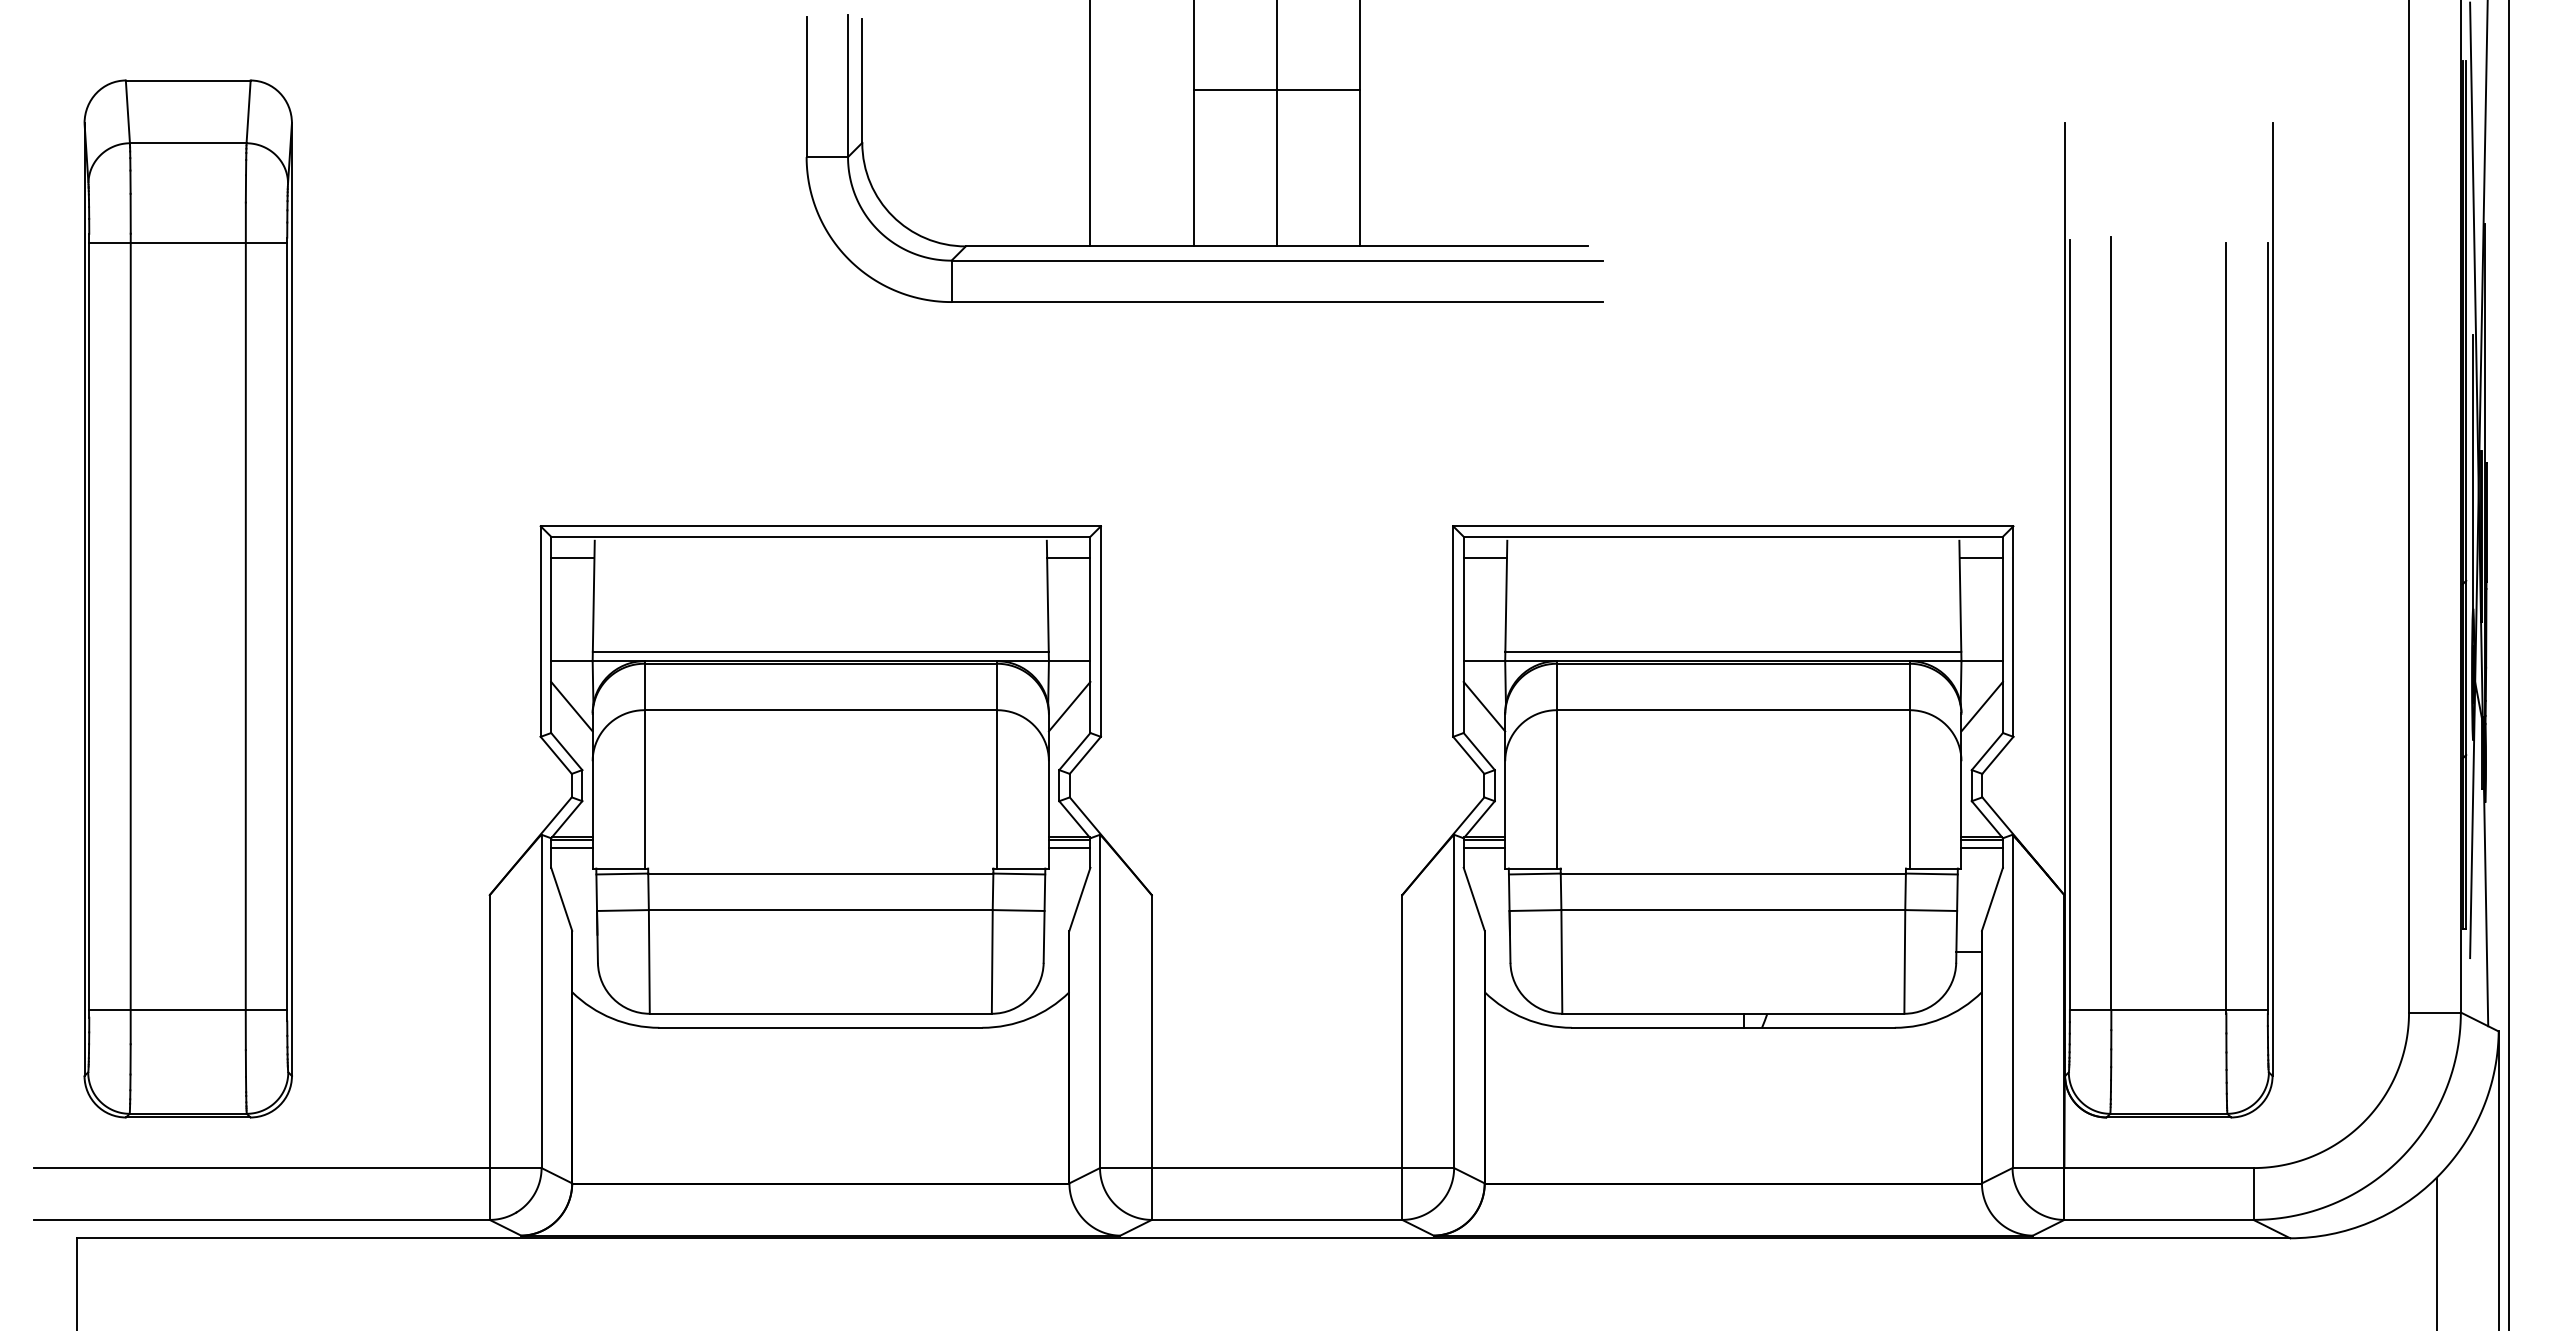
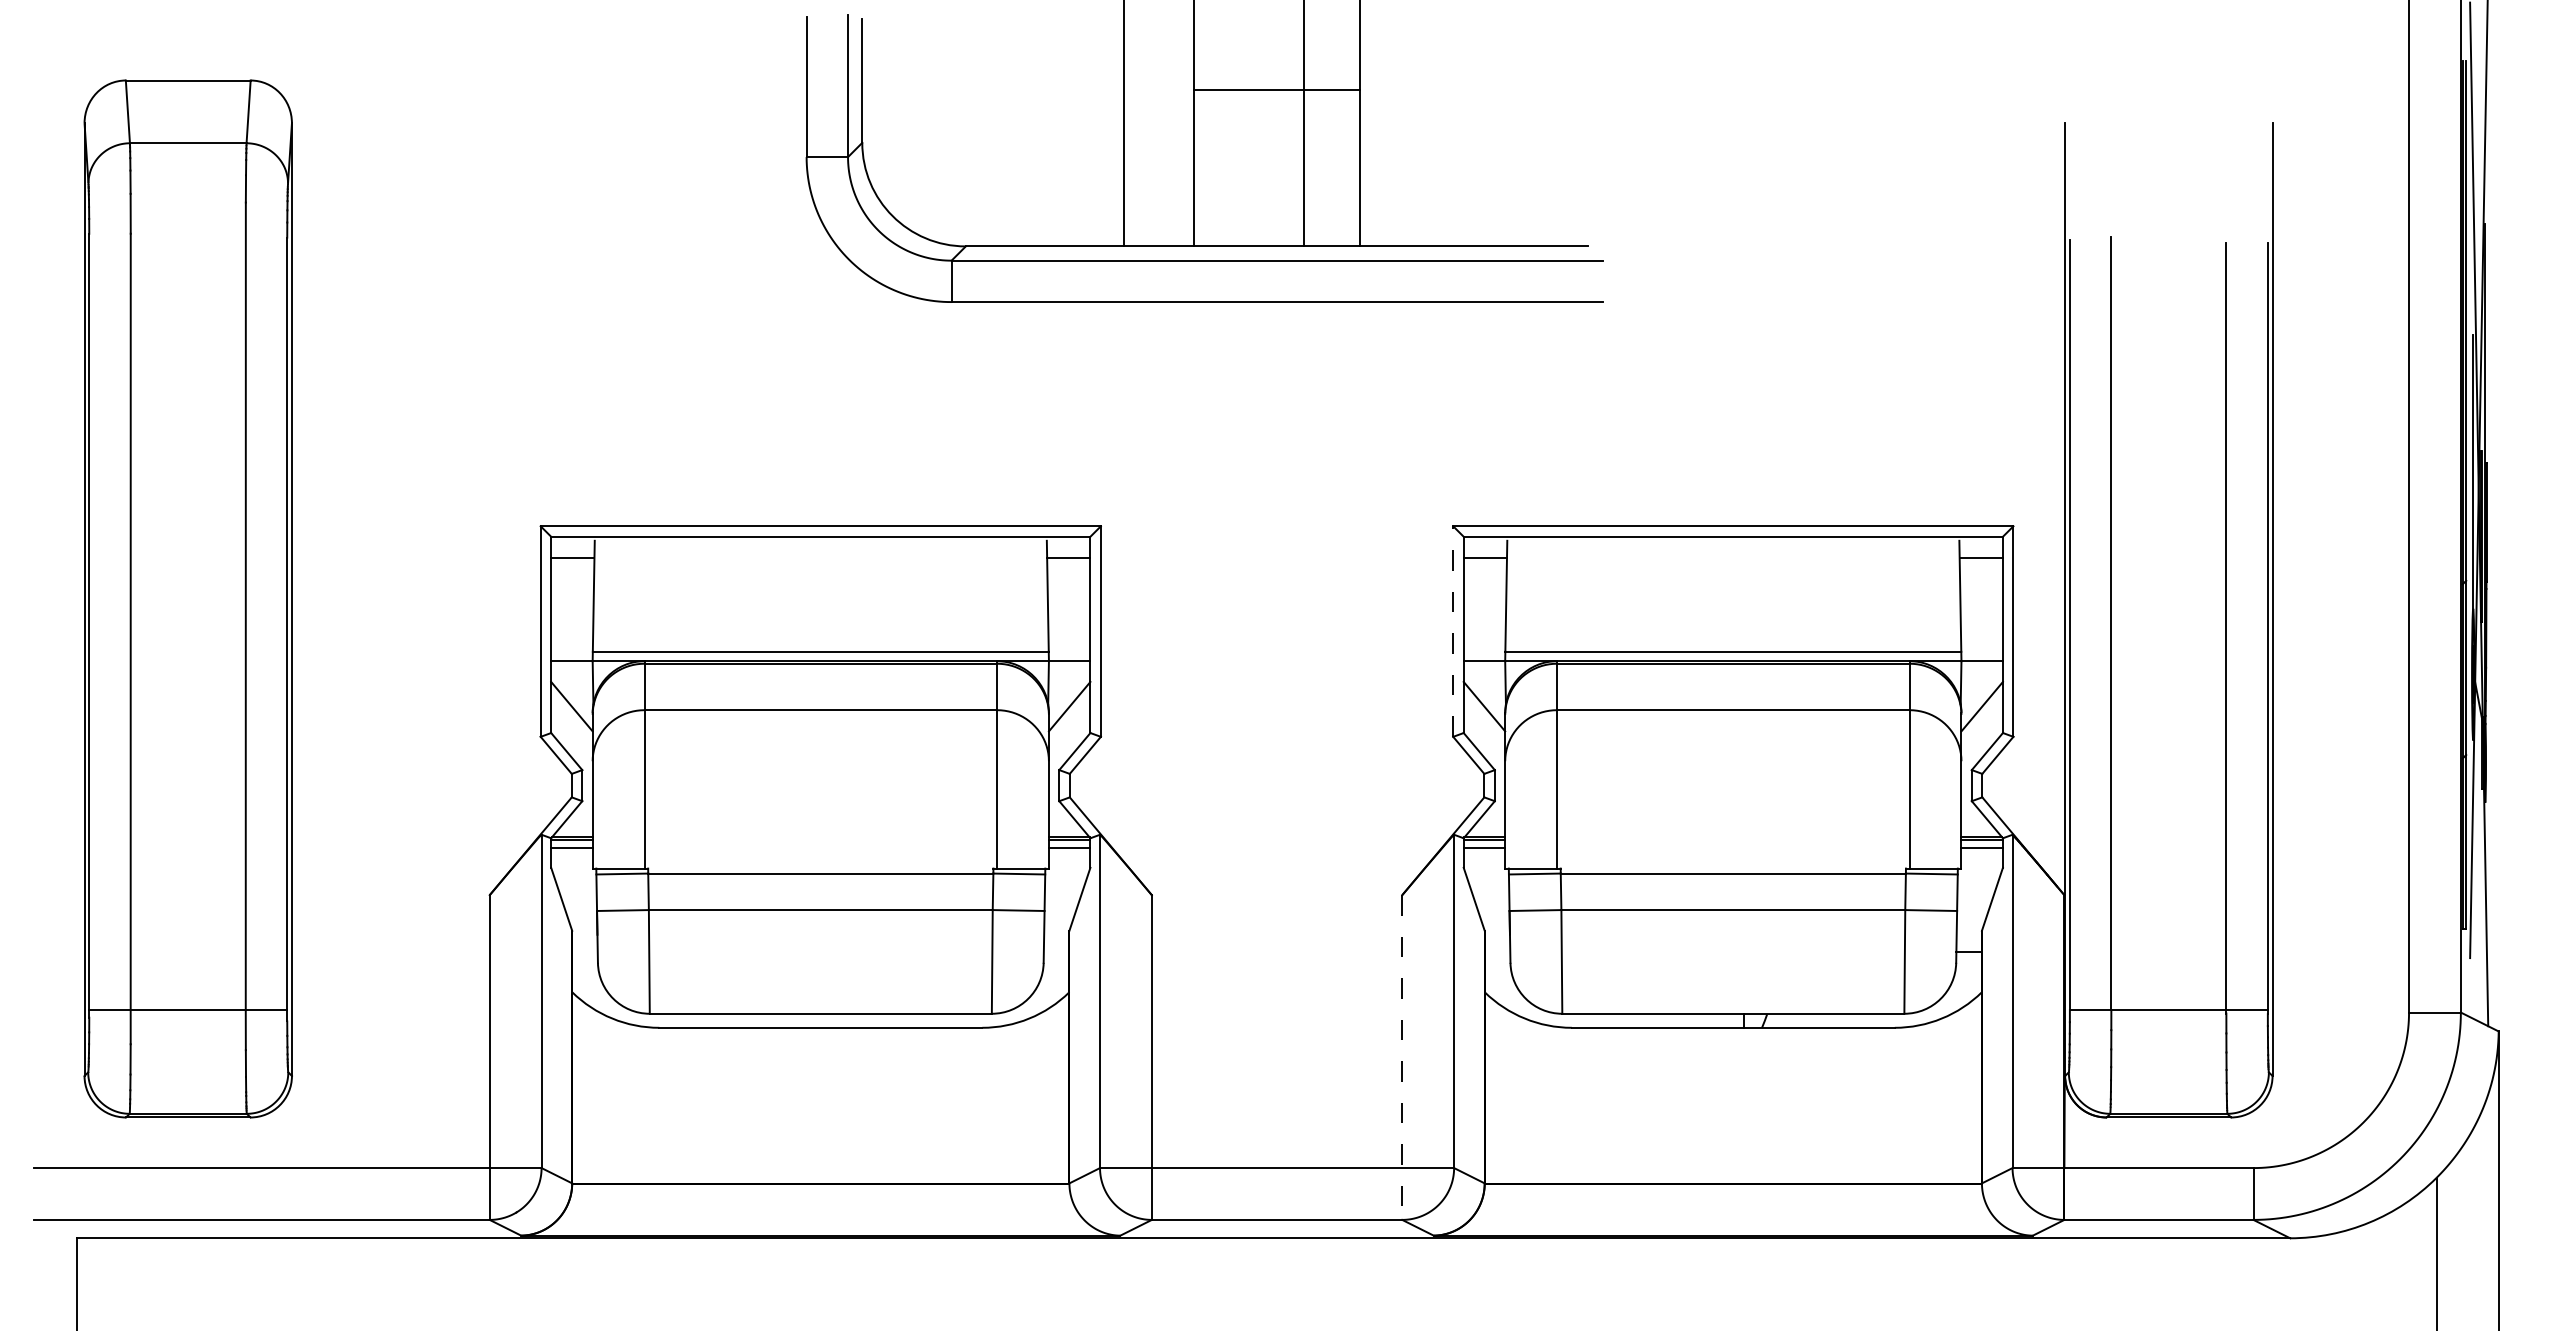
line at (1090, 124) position: (1090, 124) -> (1124, 124)
line at (1277, 124) position: (1277, 124) -> (1304, 124)
line at (188, 243): present -> none
line at (1453, 631): solid -> dashed
line at (2508, 664): present -> none
line at (1402, 1058): solid -> dashed
